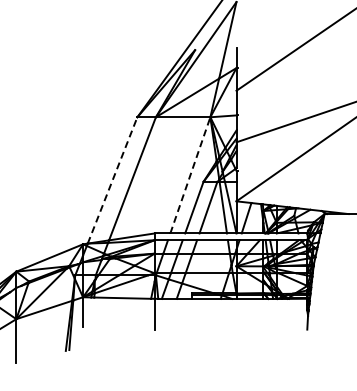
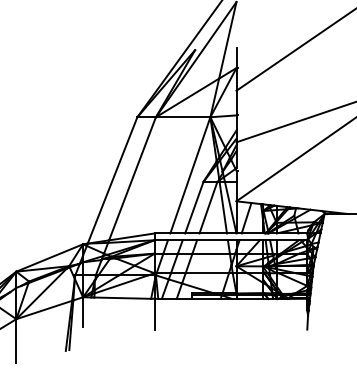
line at (190, 174): dashed -> solid
line at (112, 180): dashed -> solid
